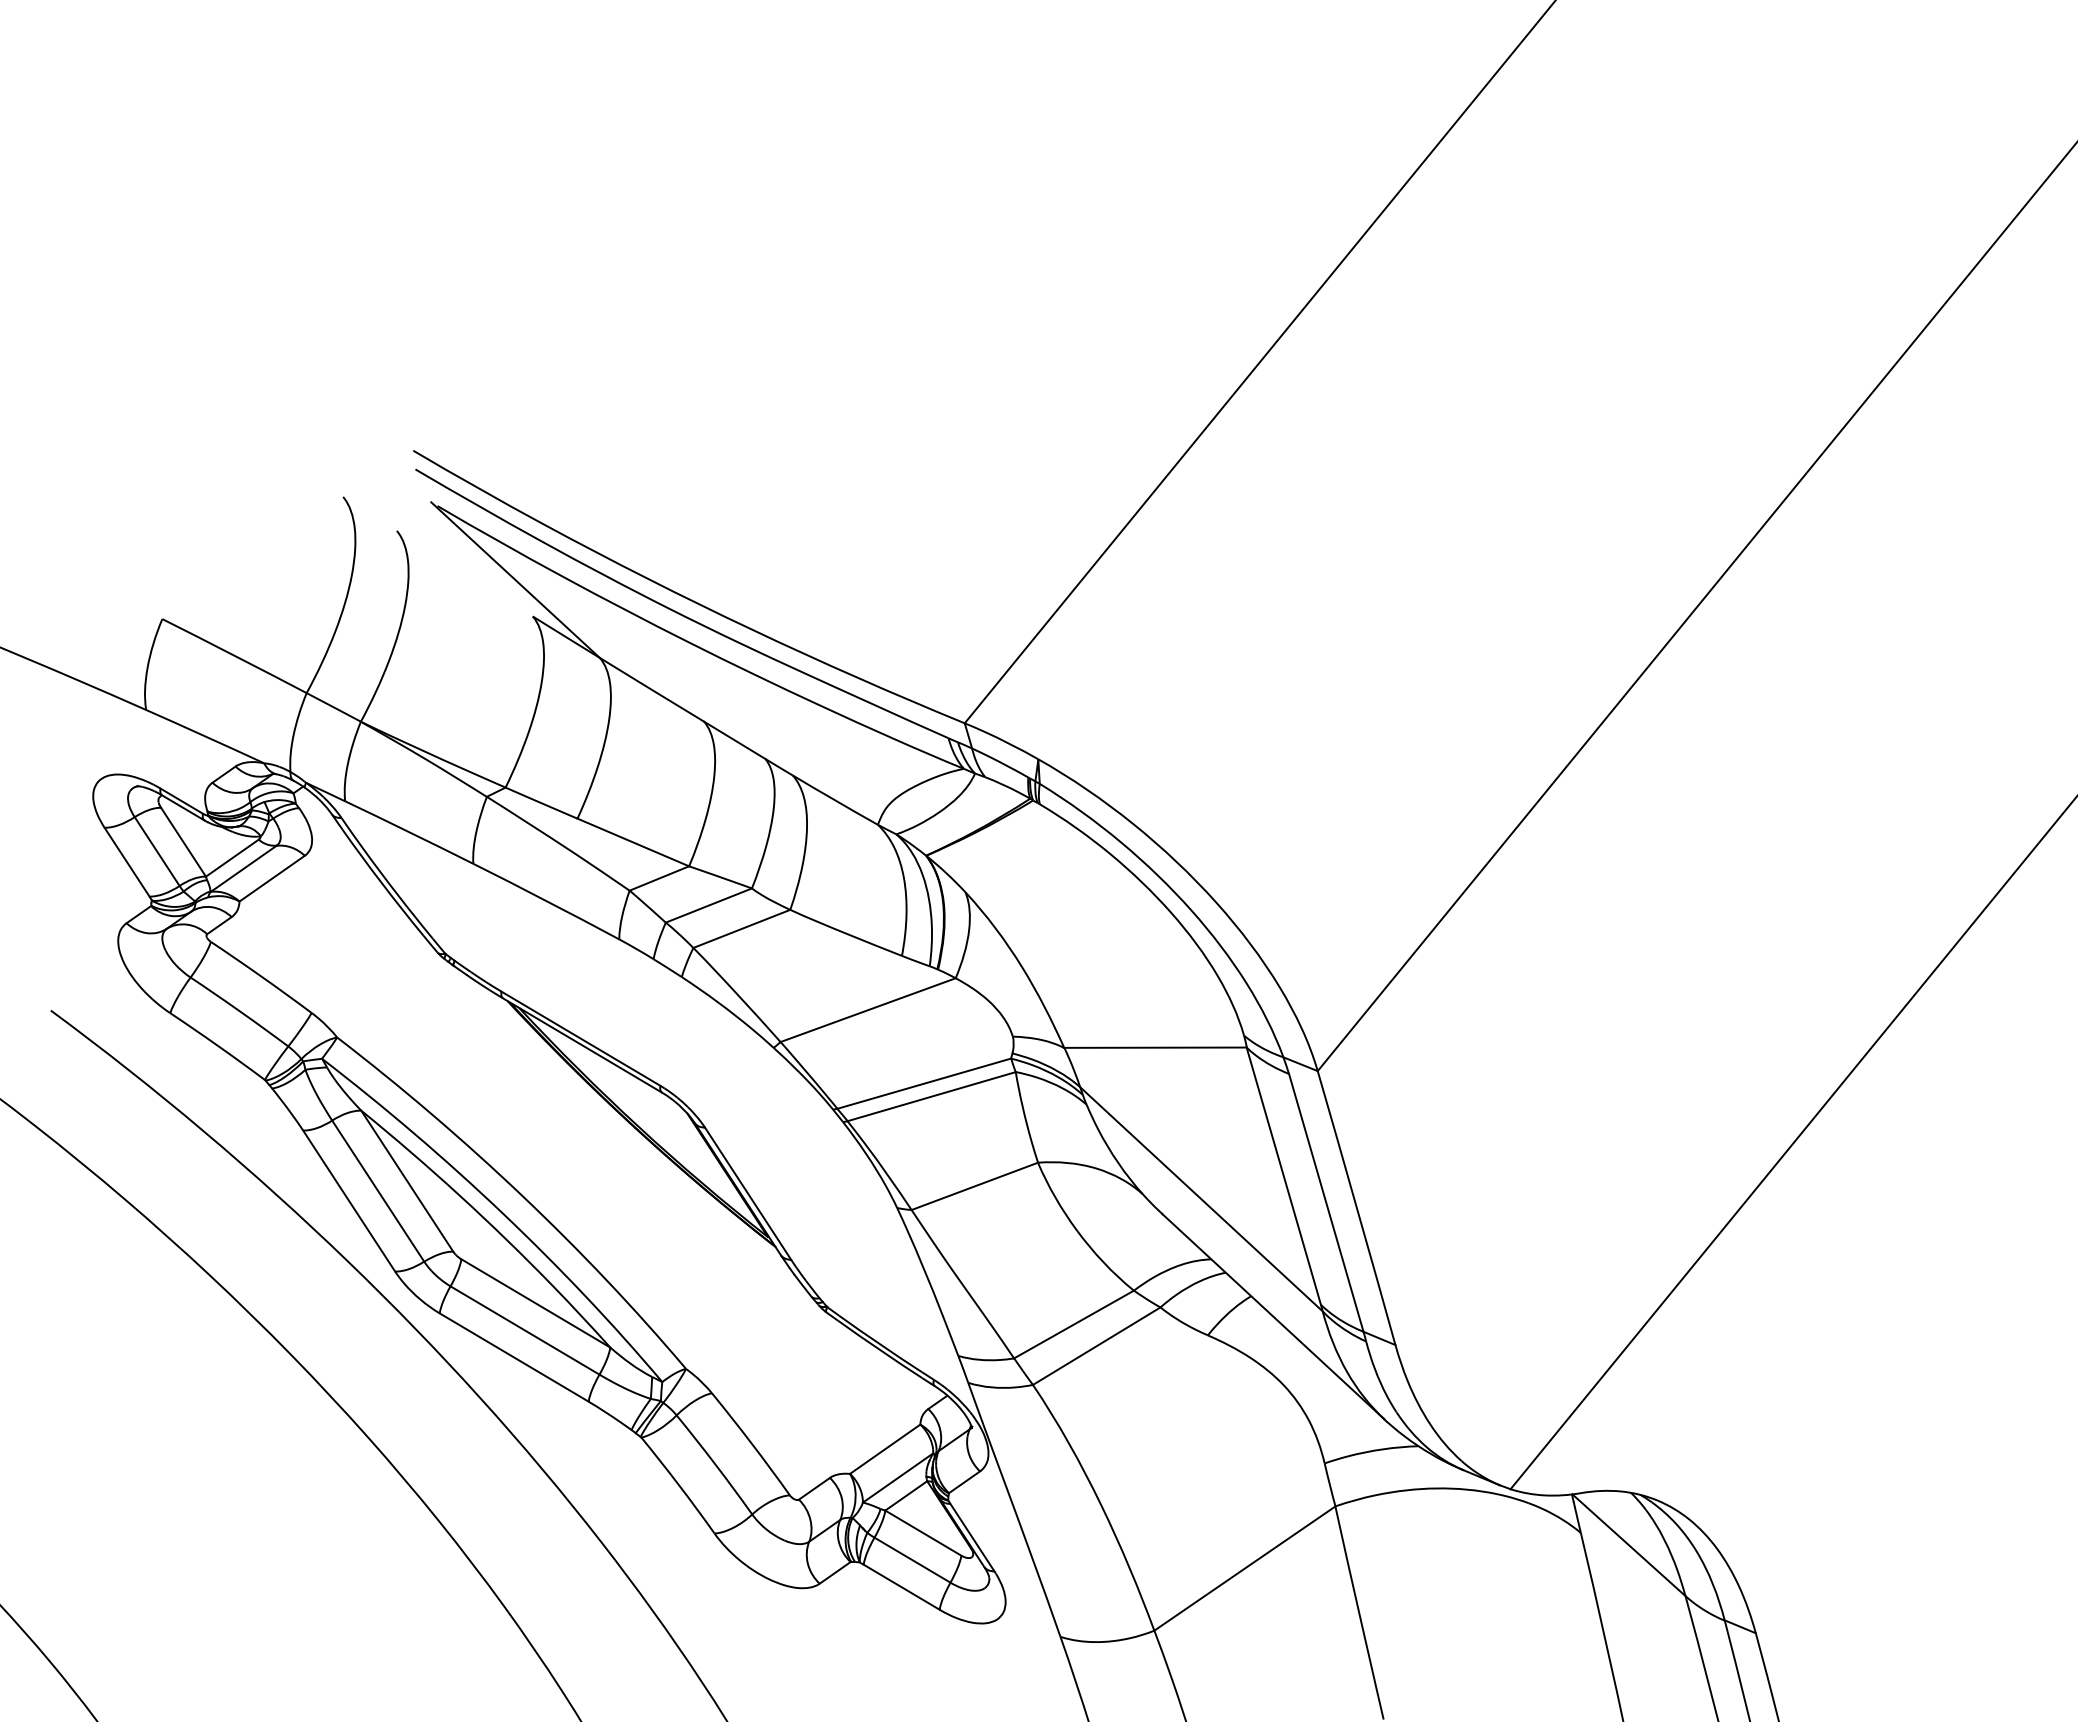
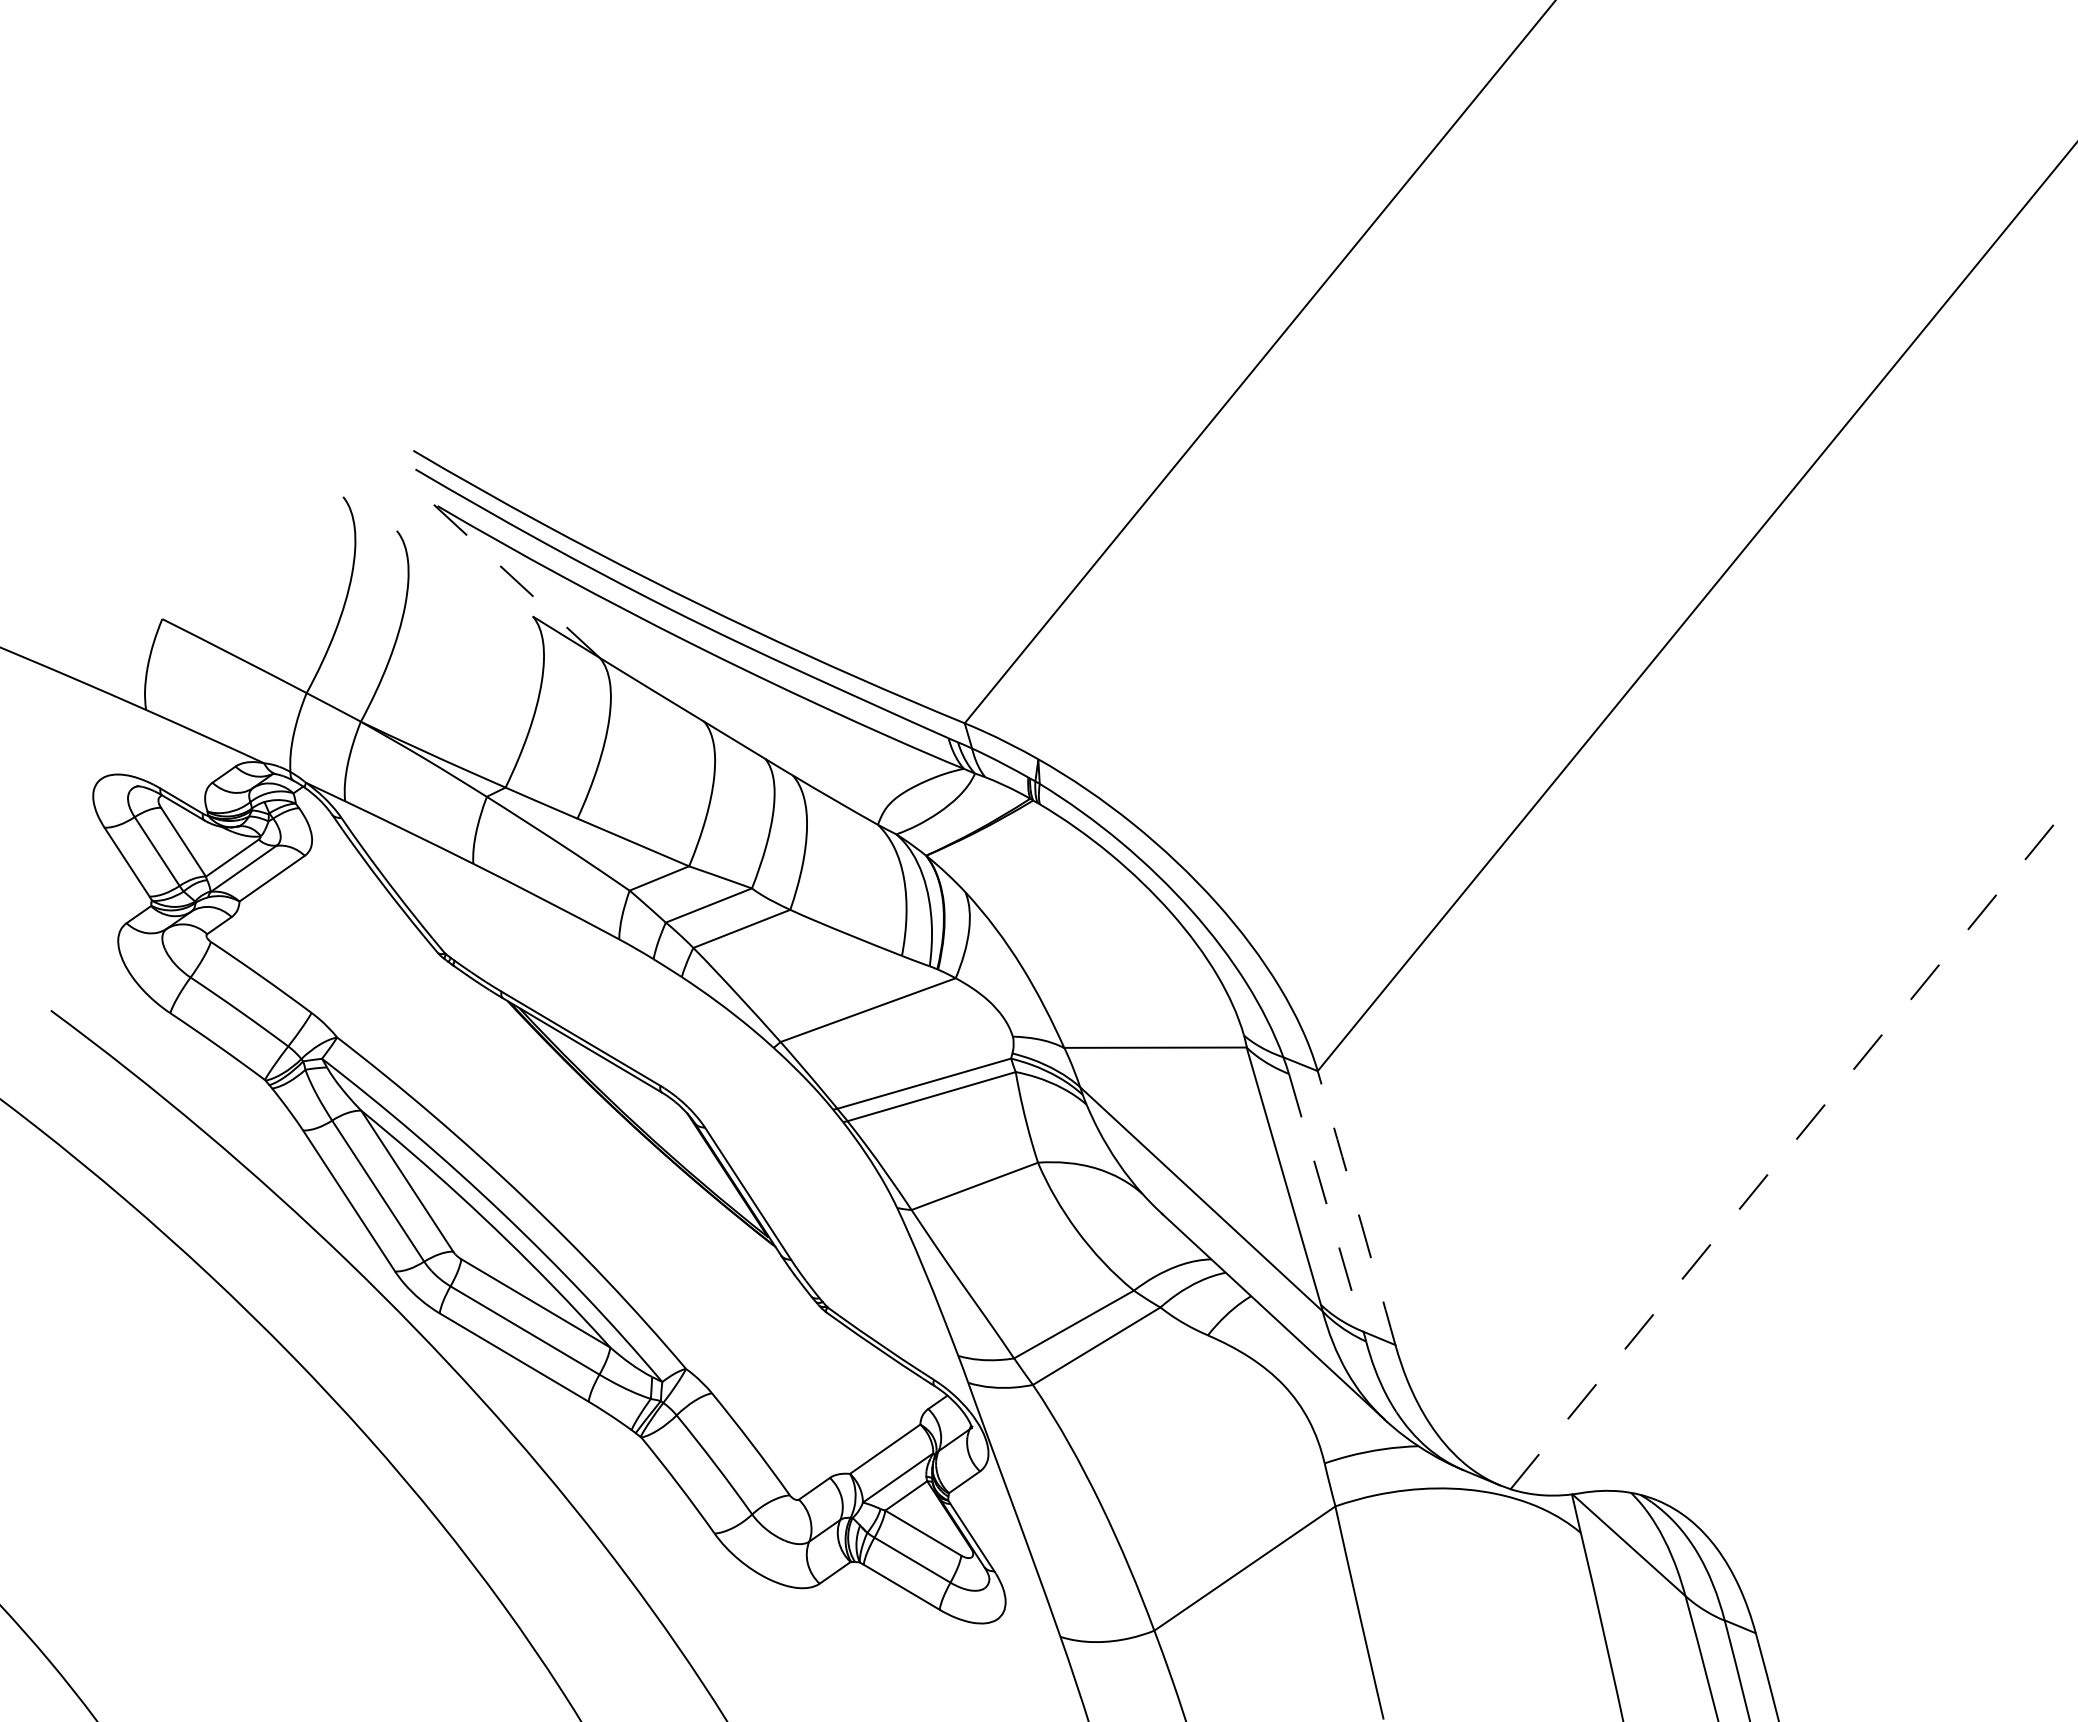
line at (515, 580): solid -> dashed
line at (1794, 1142): solid -> dashed
line at (1326, 1203): solid -> dashed
arc at (1356, 1208): solid -> dashed
